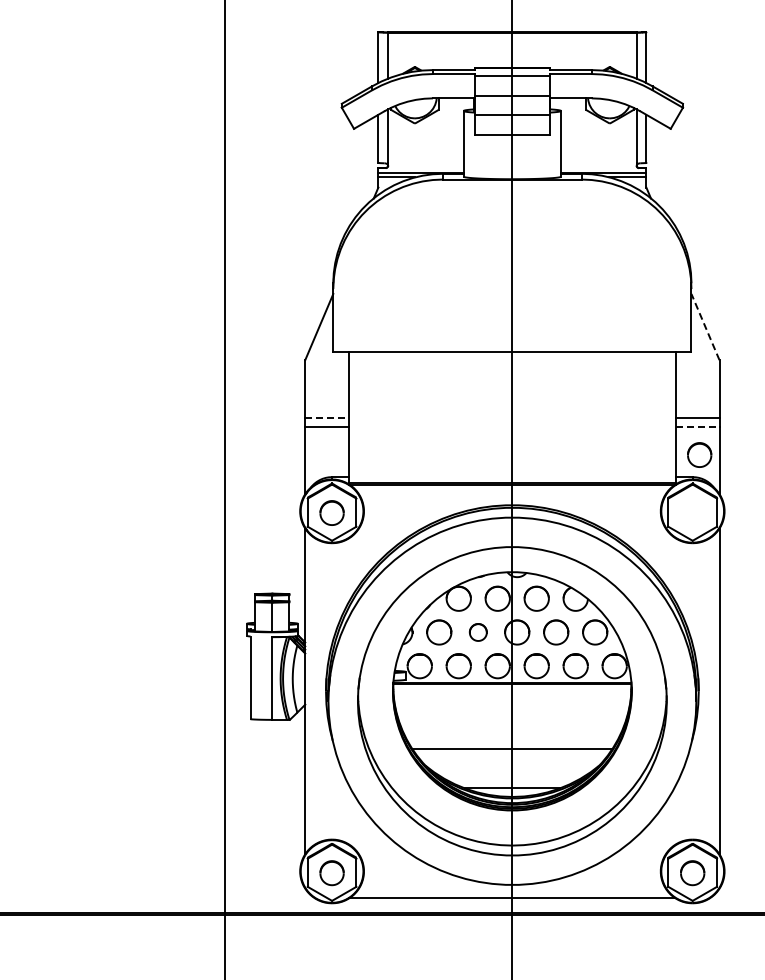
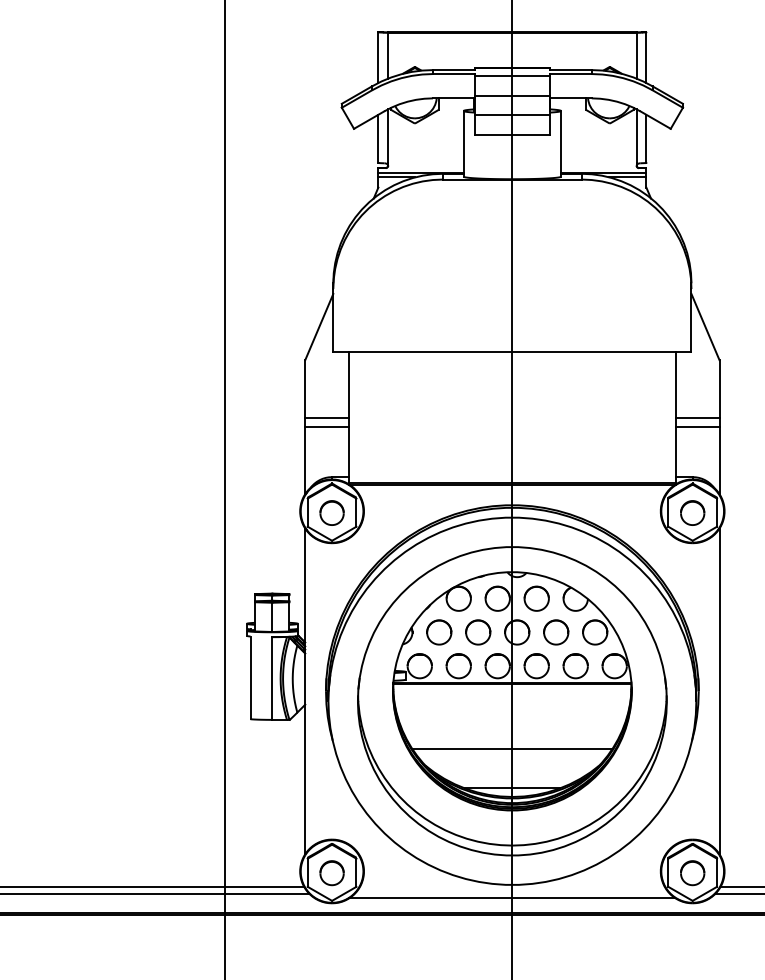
line at (705, 327): dashed -> solid
line at (327, 418): dashed -> solid
line at (697, 426): dashed -> solid
part at (699, 454) position: (699, 454) -> (692, 512)
part at (477, 632) size: 20x19 px -> 27x27 px
line at (153, 886): none -> present
line at (740, 886): none -> present
line at (155, 893): none -> present
line at (738, 893): none -> present
